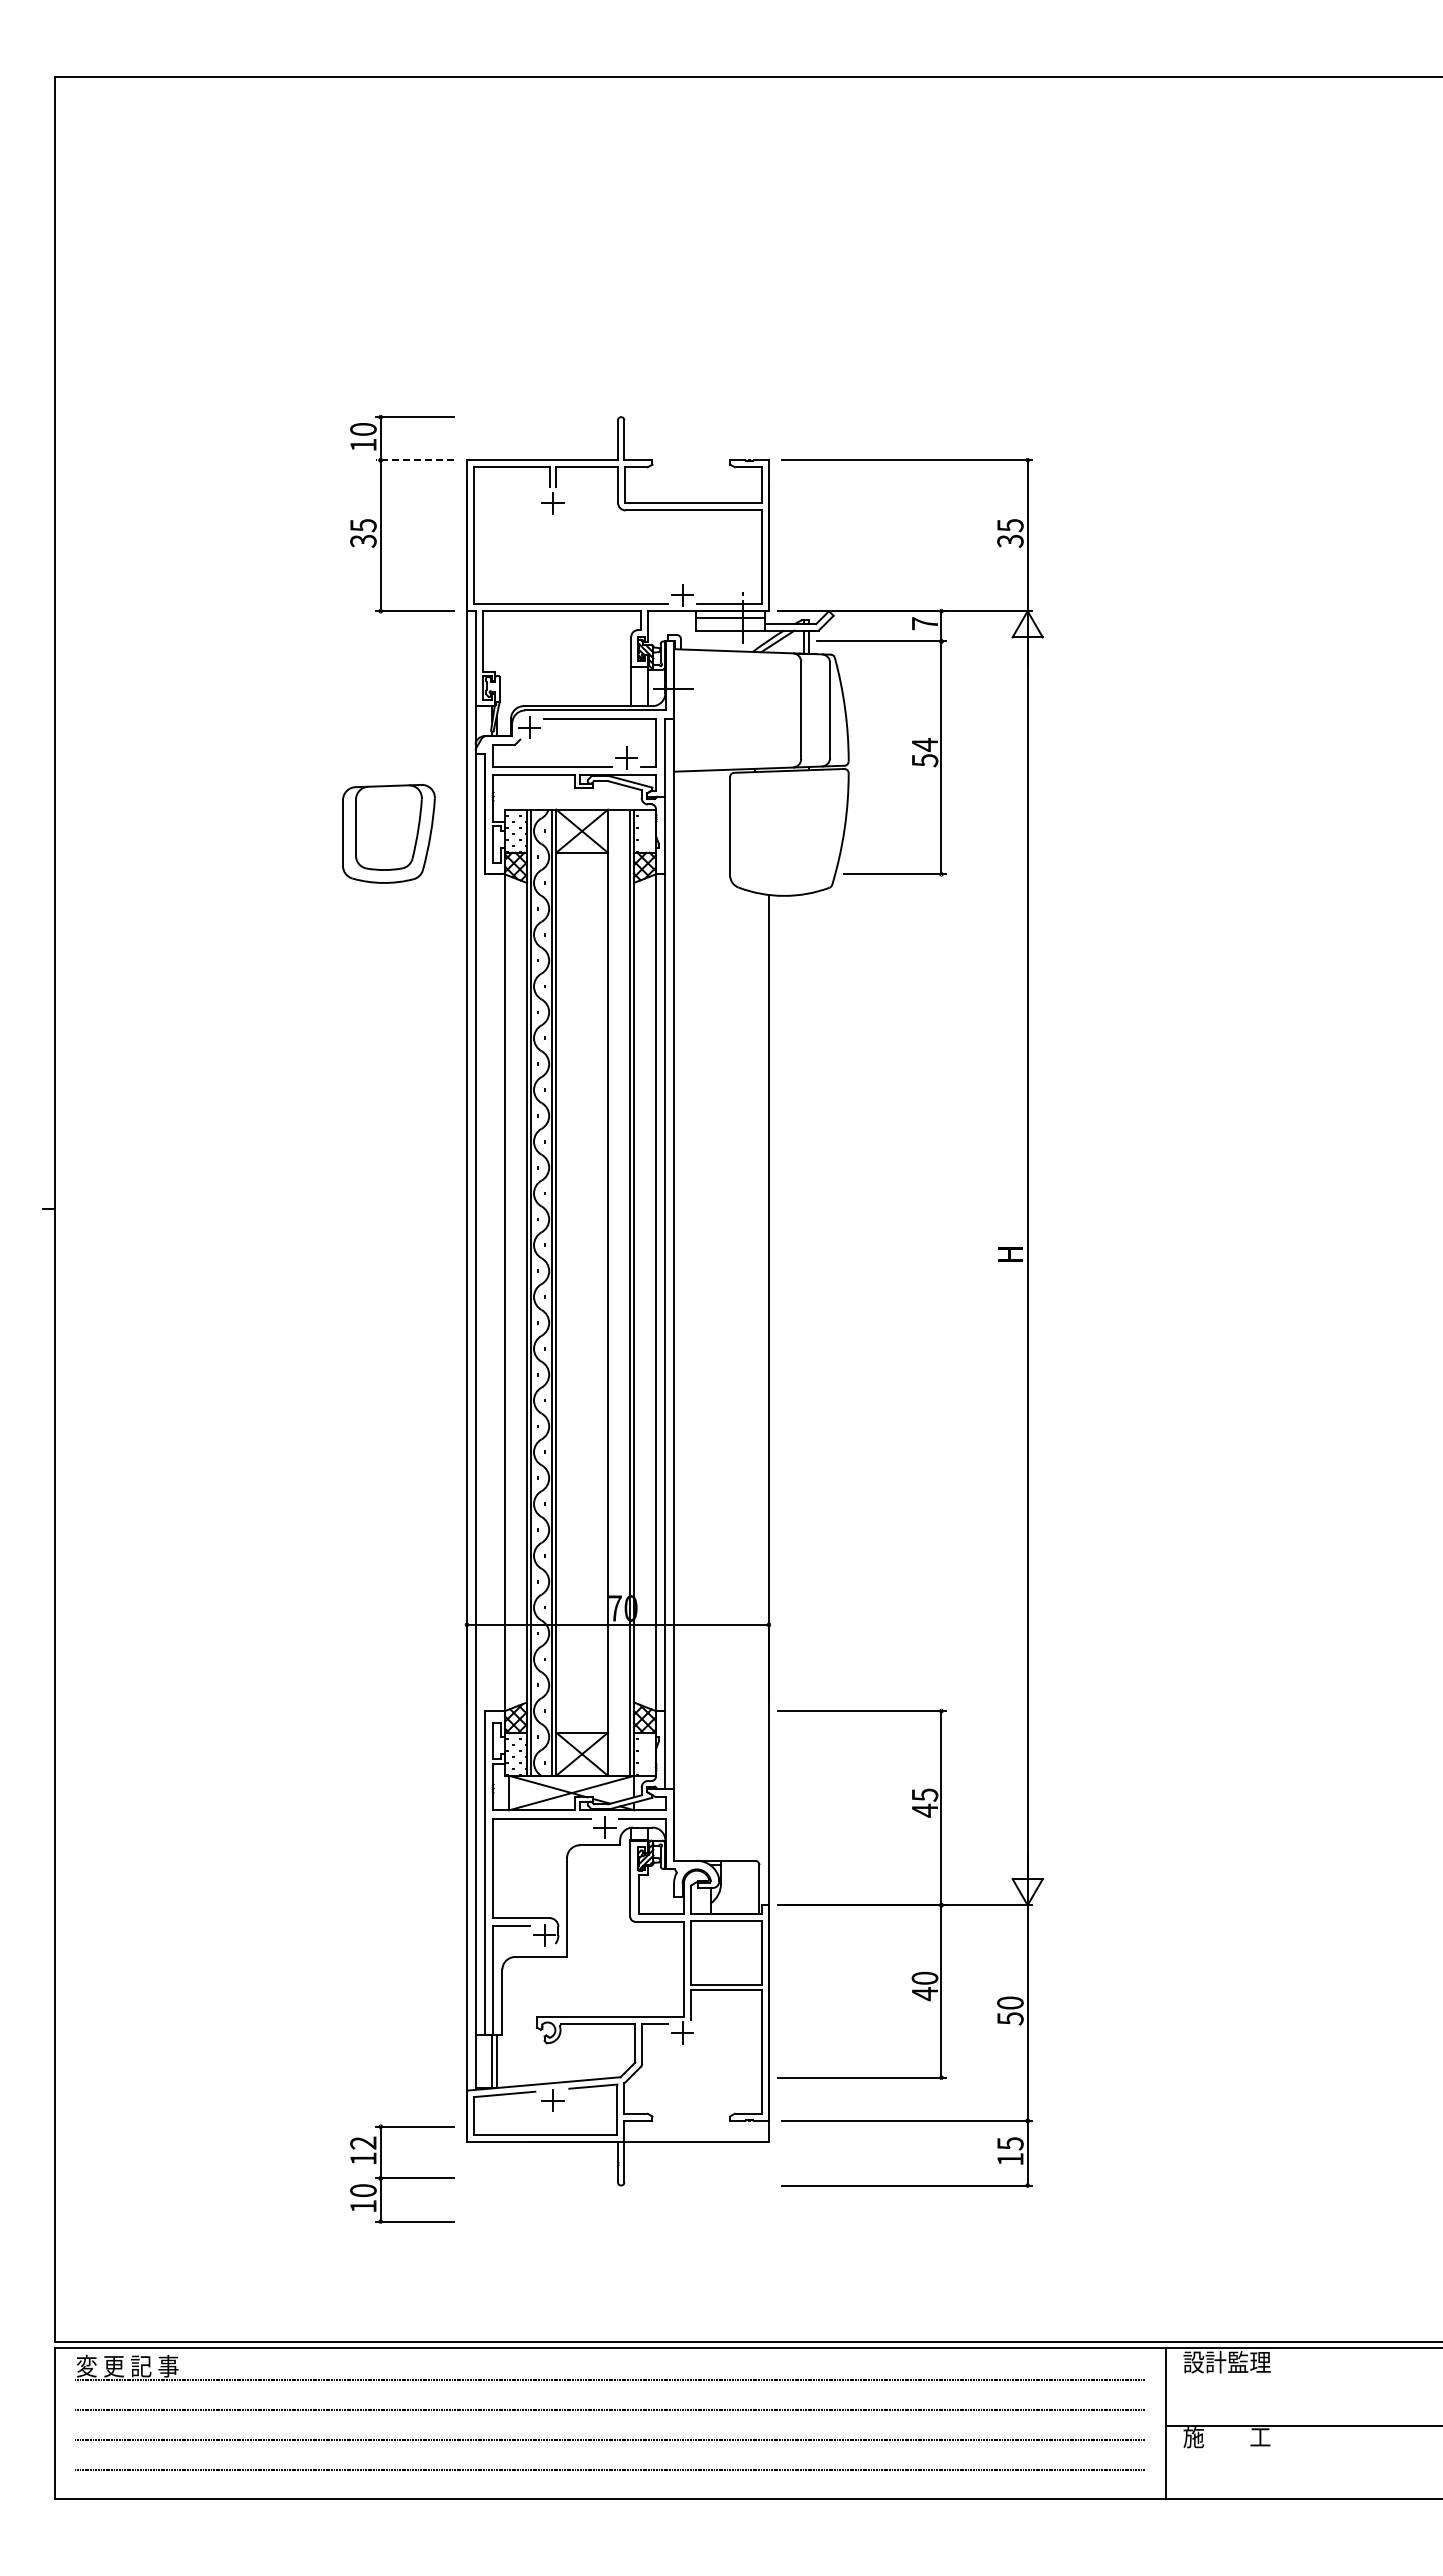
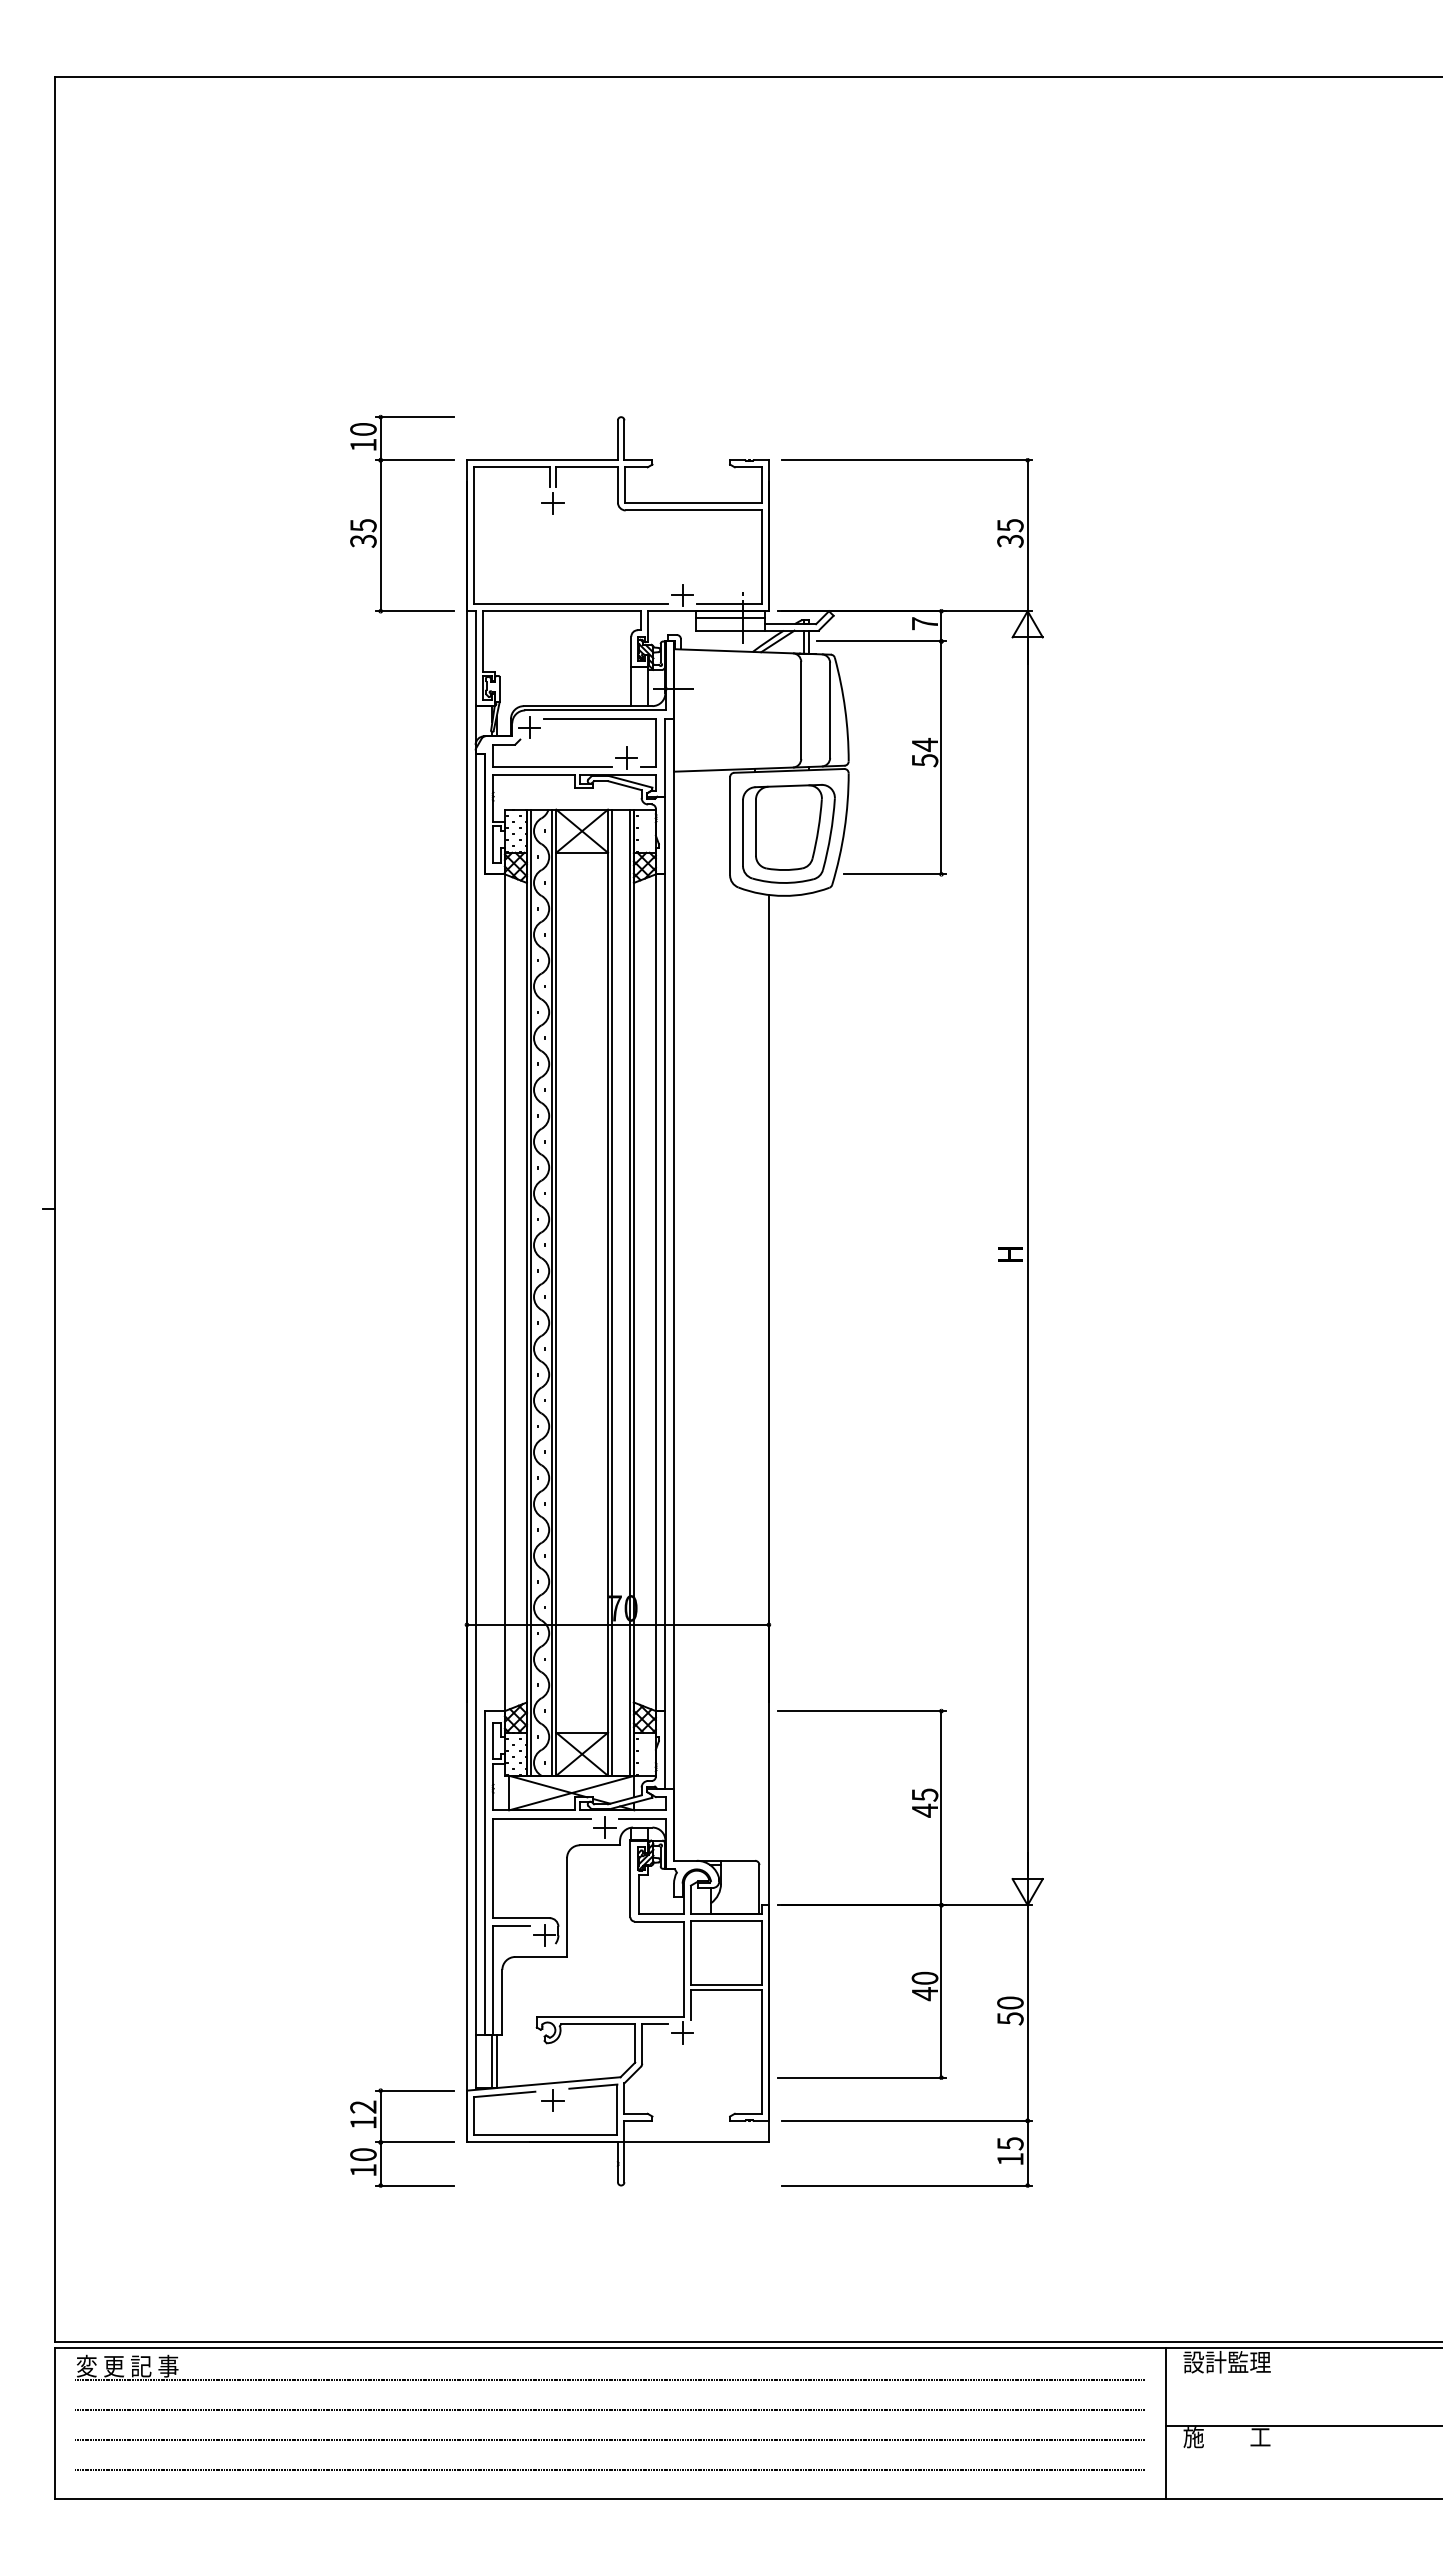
line at (415, 460): dashed -> solid
part at (388, 833) position: (388, 833) -> (788, 833)
line at (612, 1292): none -> present
part at (402, 2173) position: (402, 2173) -> (402, 2137)
